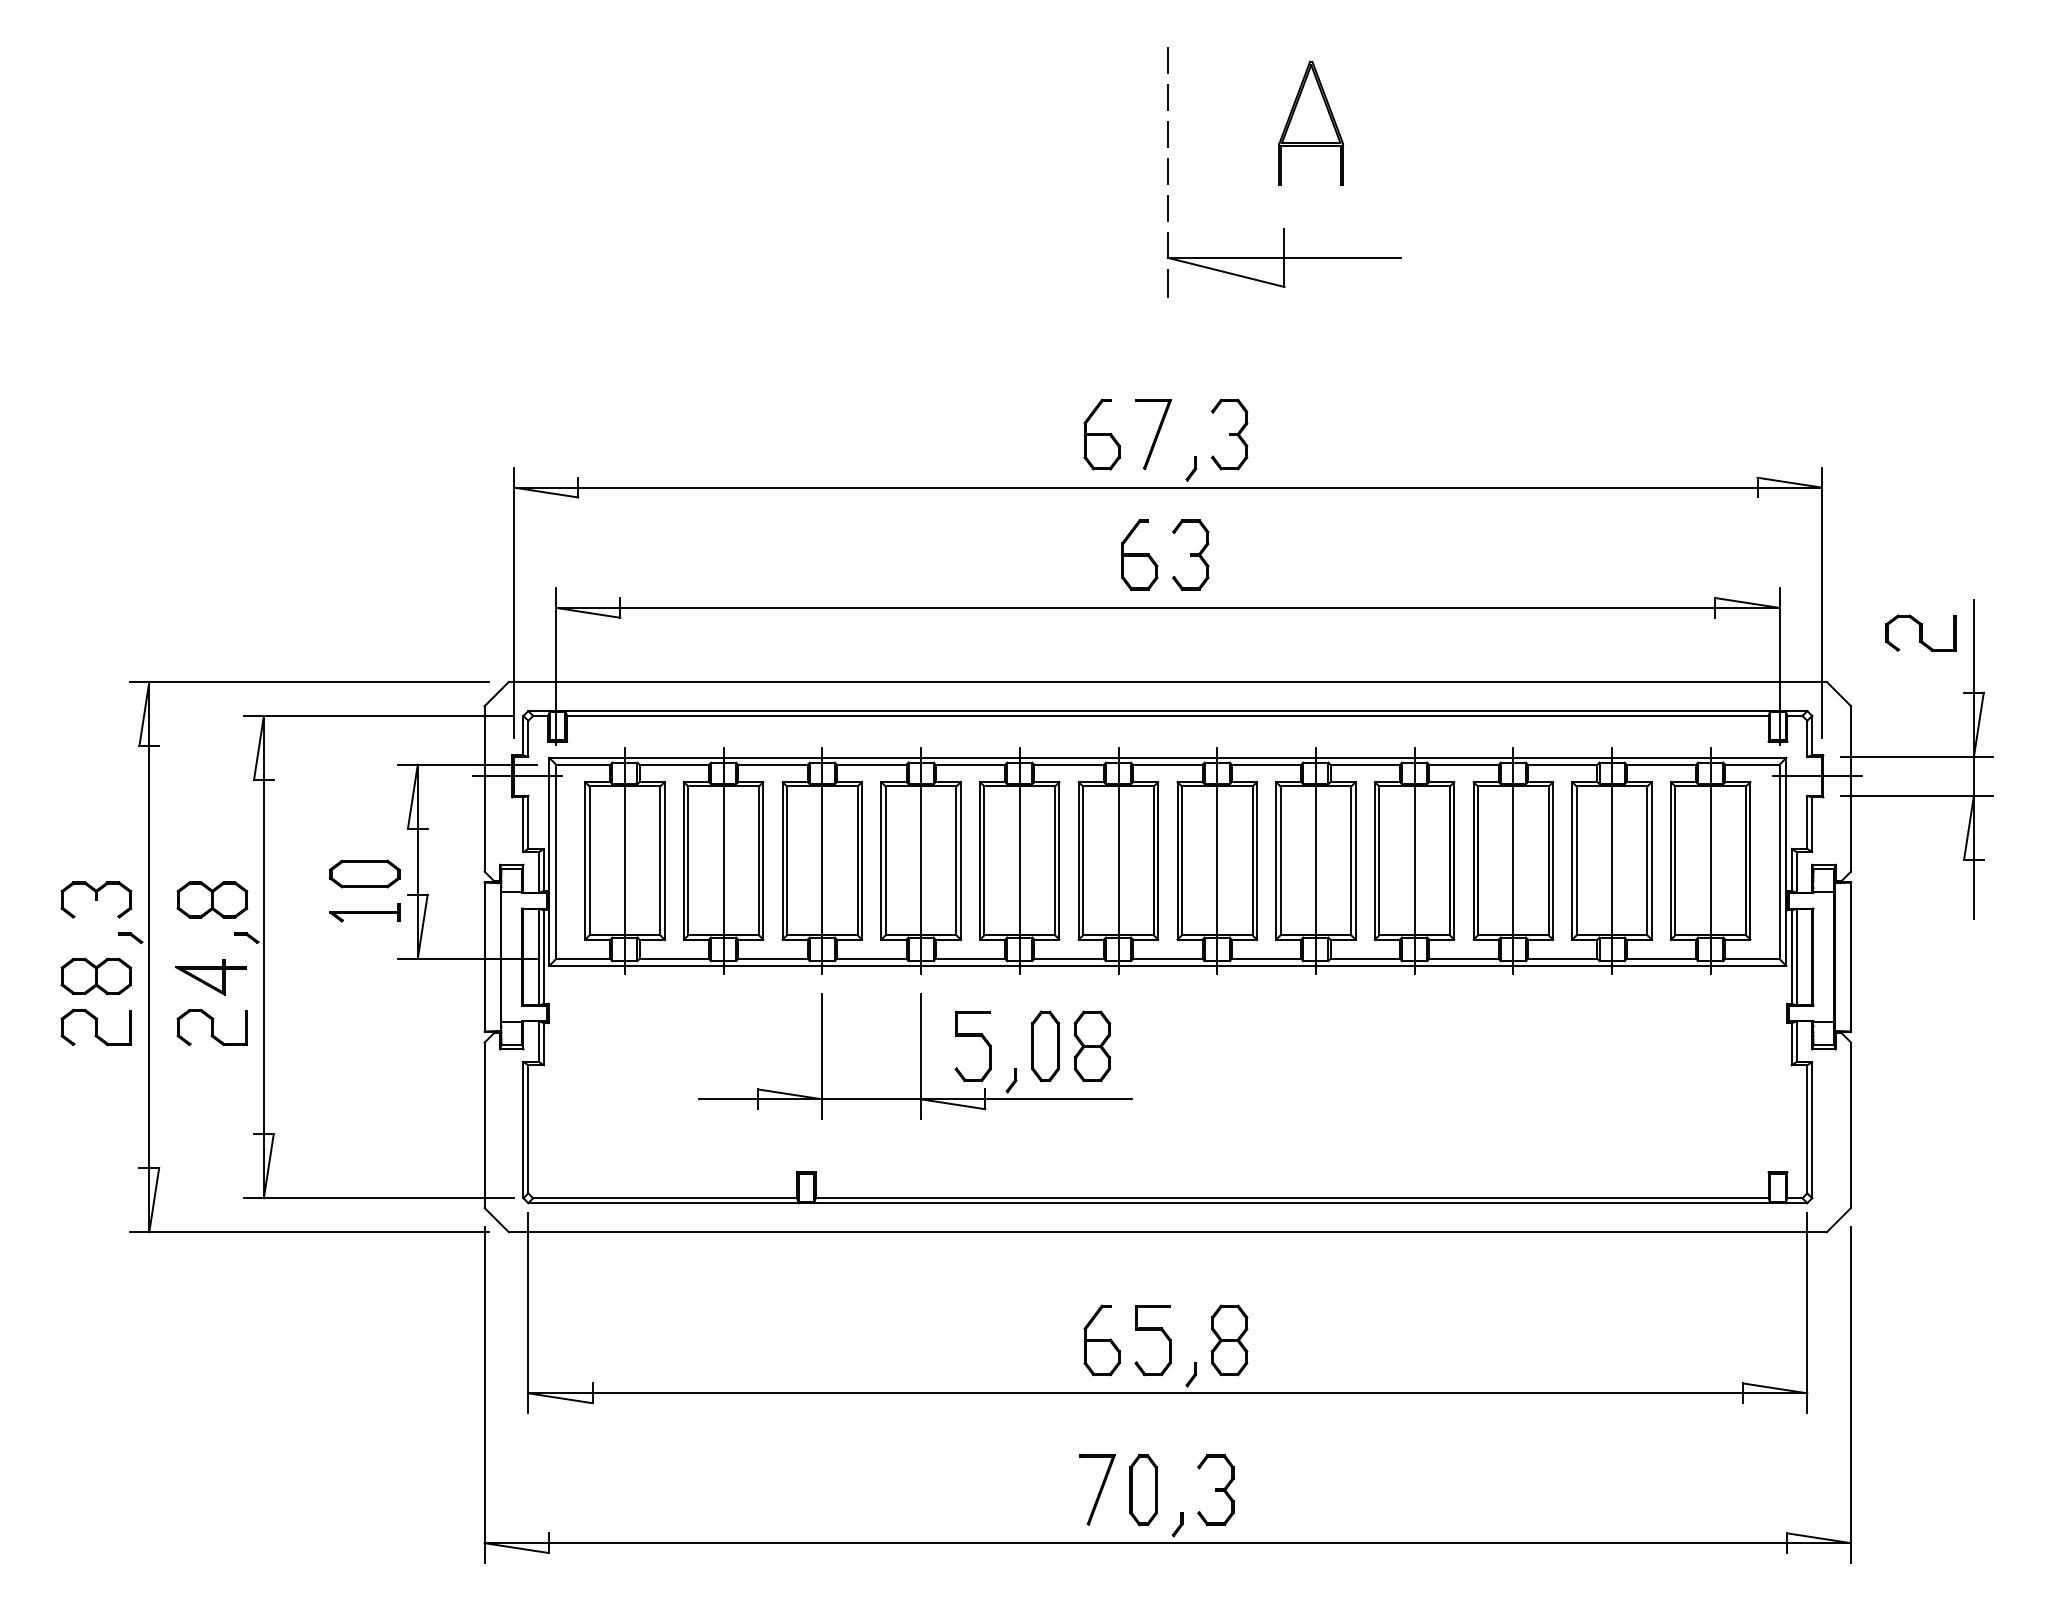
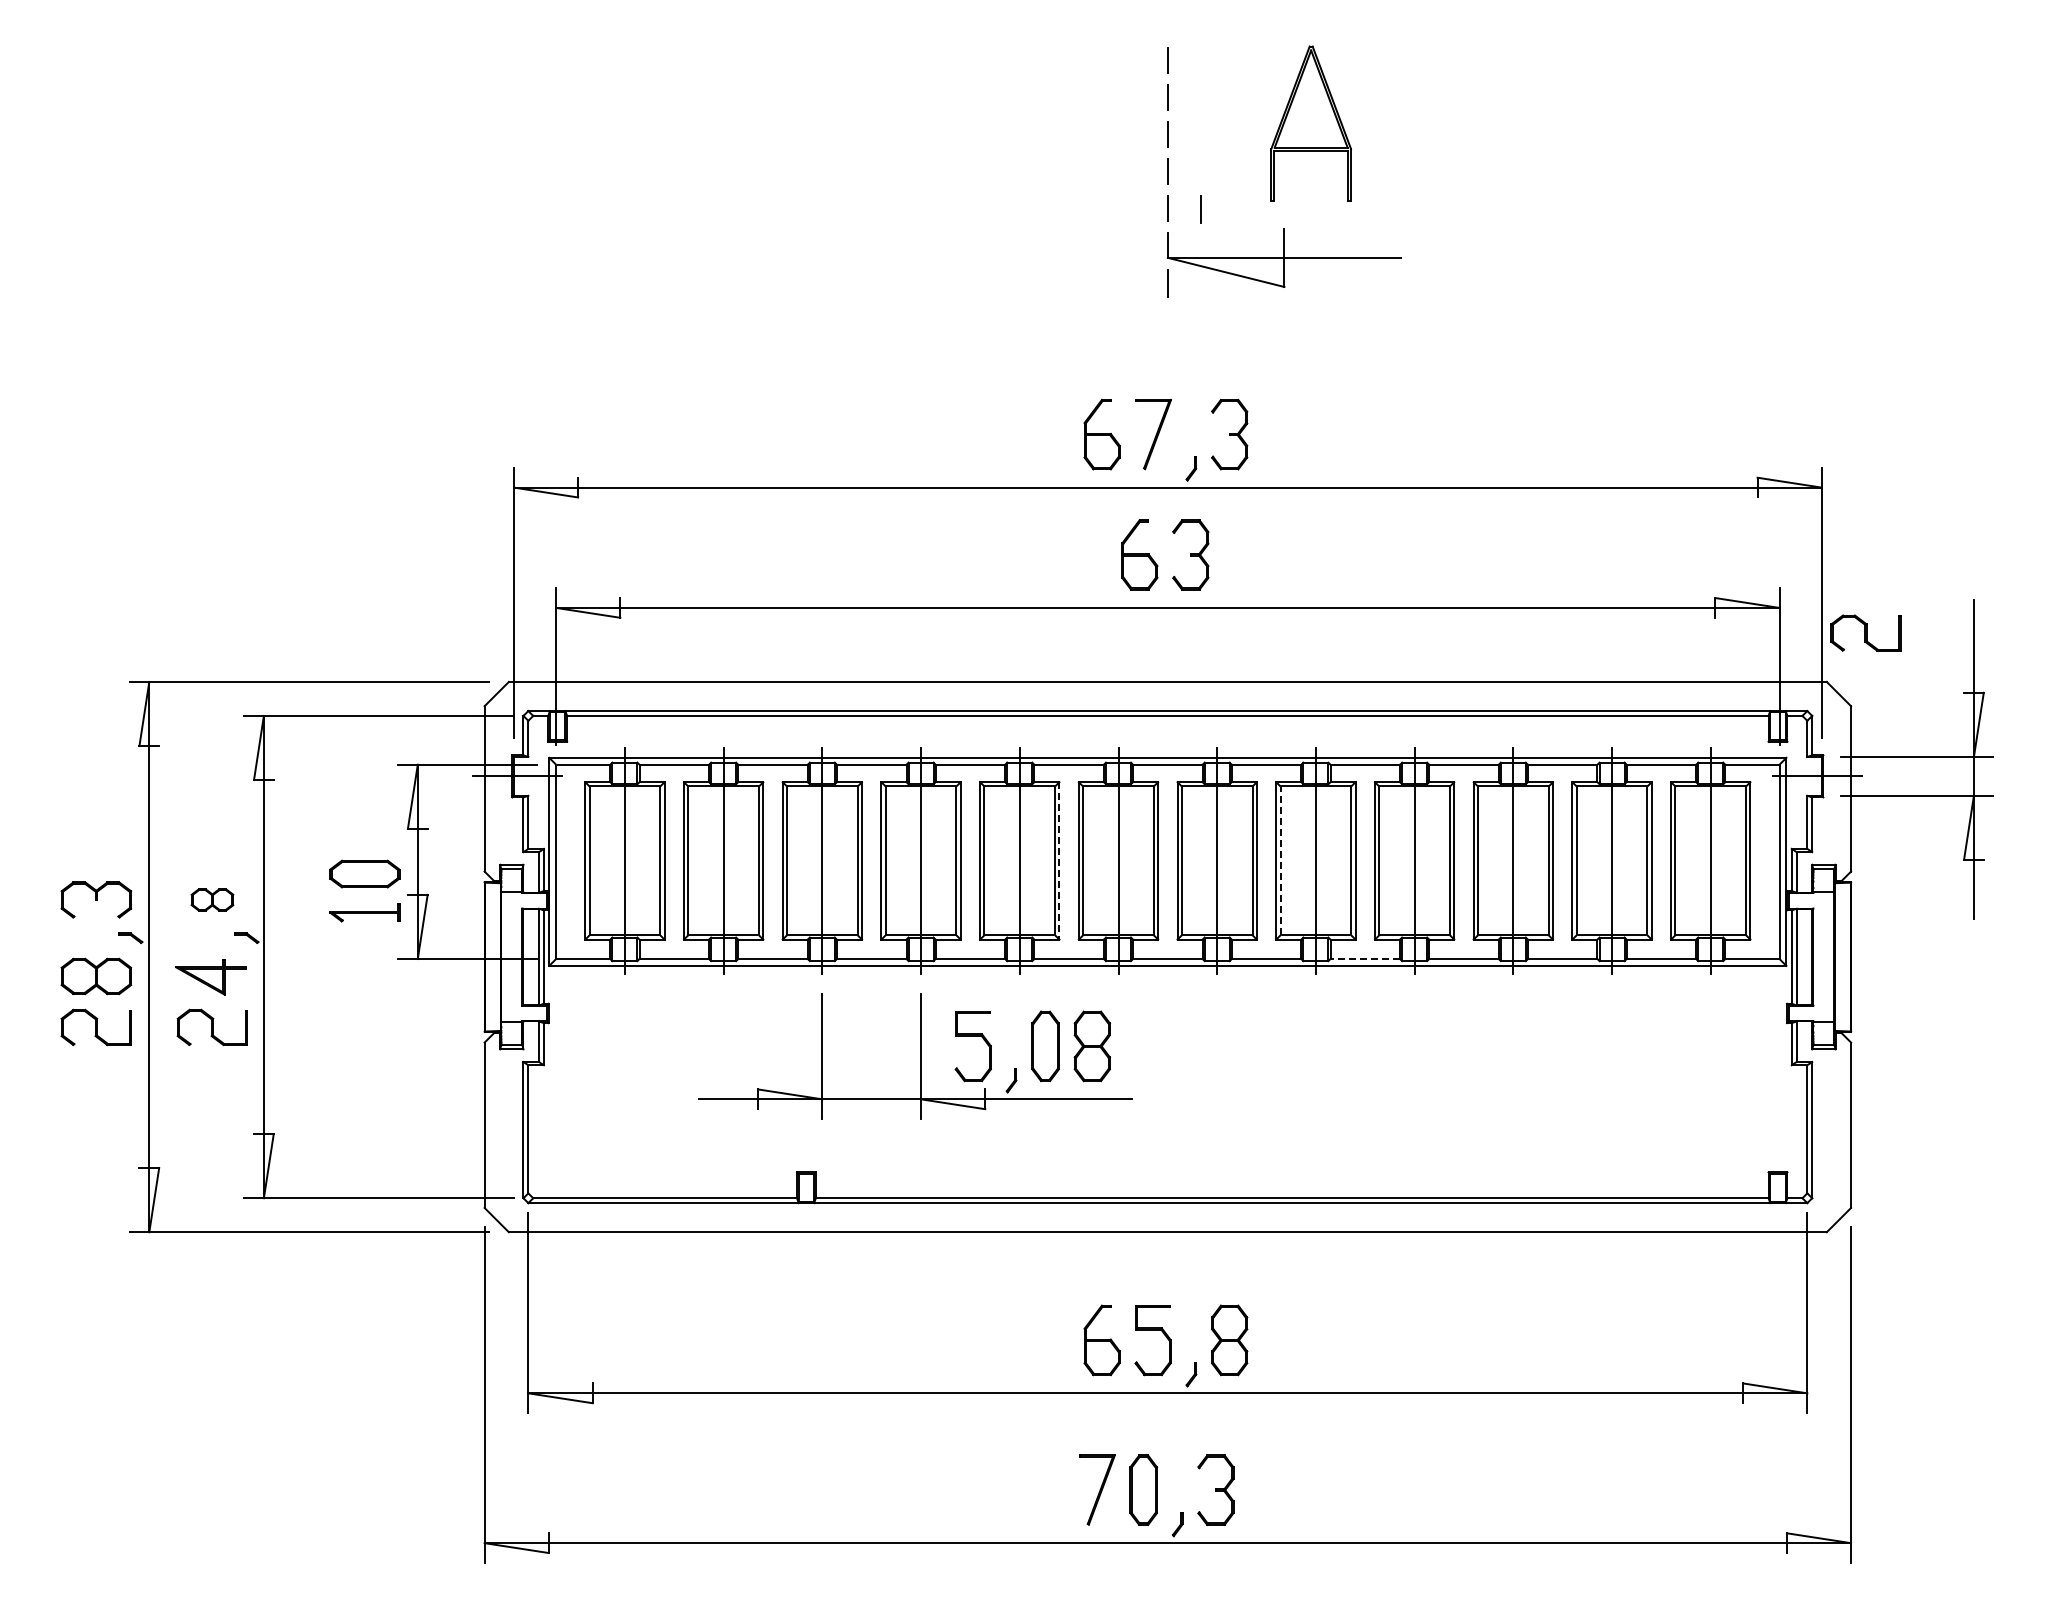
part at (1311, 123) size: 67x125 px -> 82x157 px
line at (1200, 209): none -> present
part at (1920, 632) position: (1920, 632) -> (1865, 632)
line at (1059, 860): solid -> dashed
line at (1280, 860): solid -> dashed
part at (212, 899) size: 73x38 px -> 45x24 px
line at (1365, 959): solid -> dashed
